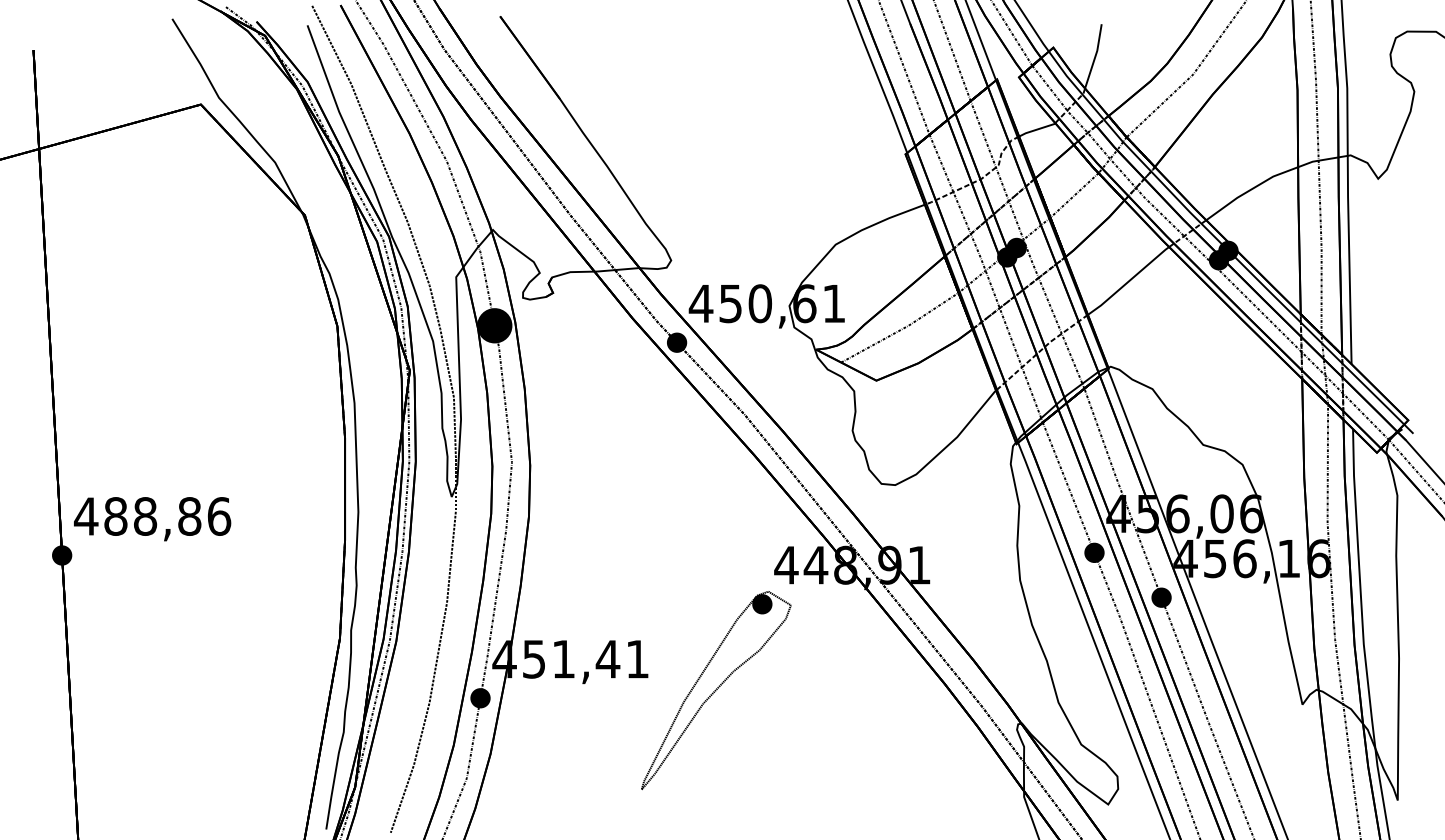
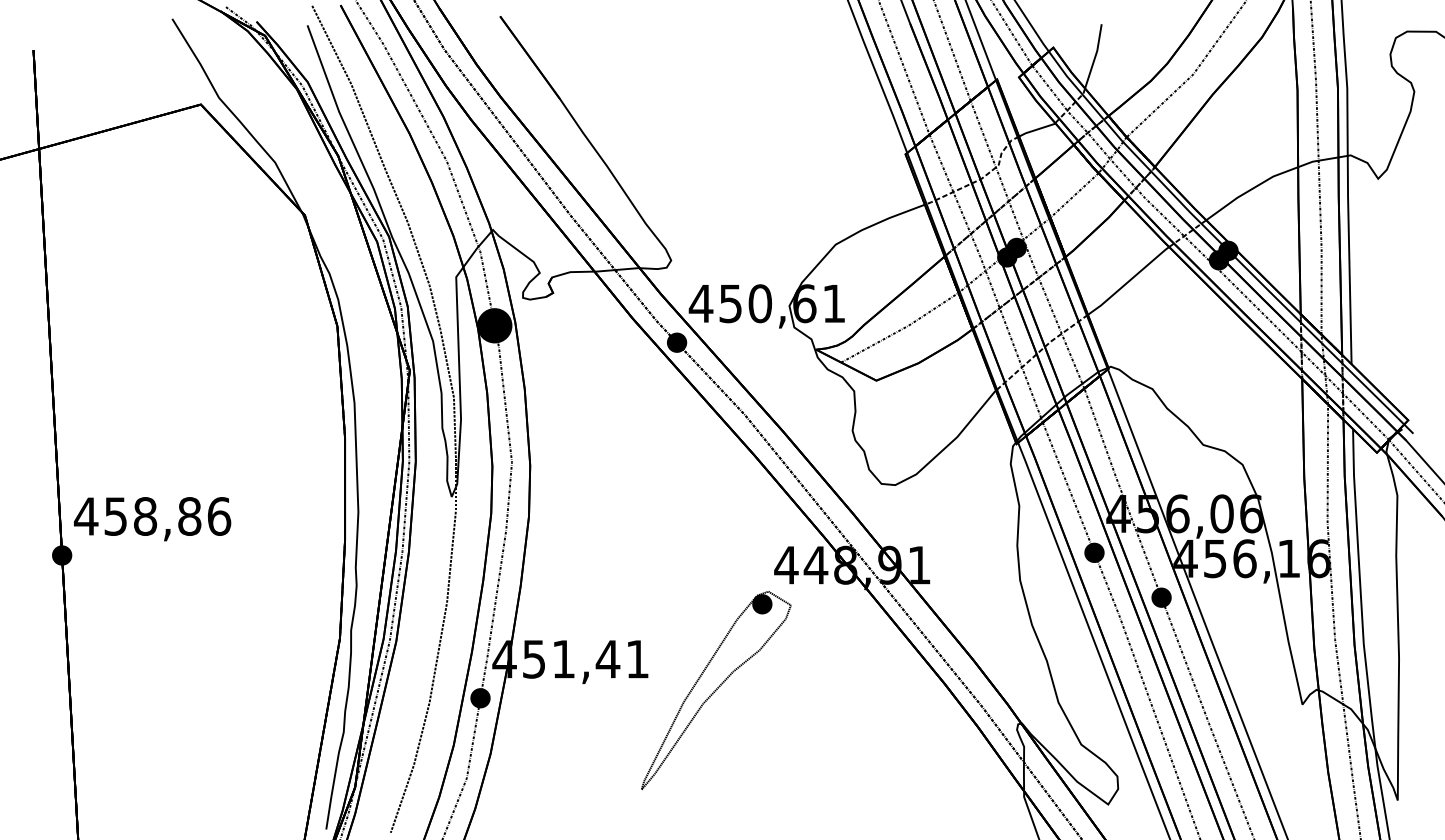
text at (115, 516): 488,86 -> 458,86
